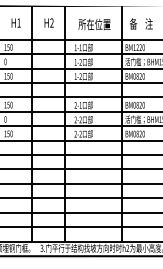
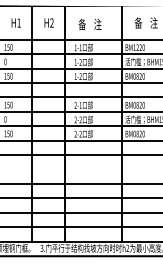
text at (141, 23) position: (141, 23) -> (146, 22)
text at (94, 24): 所在位置 -> 备    注
line at (80, 169): present -> none
